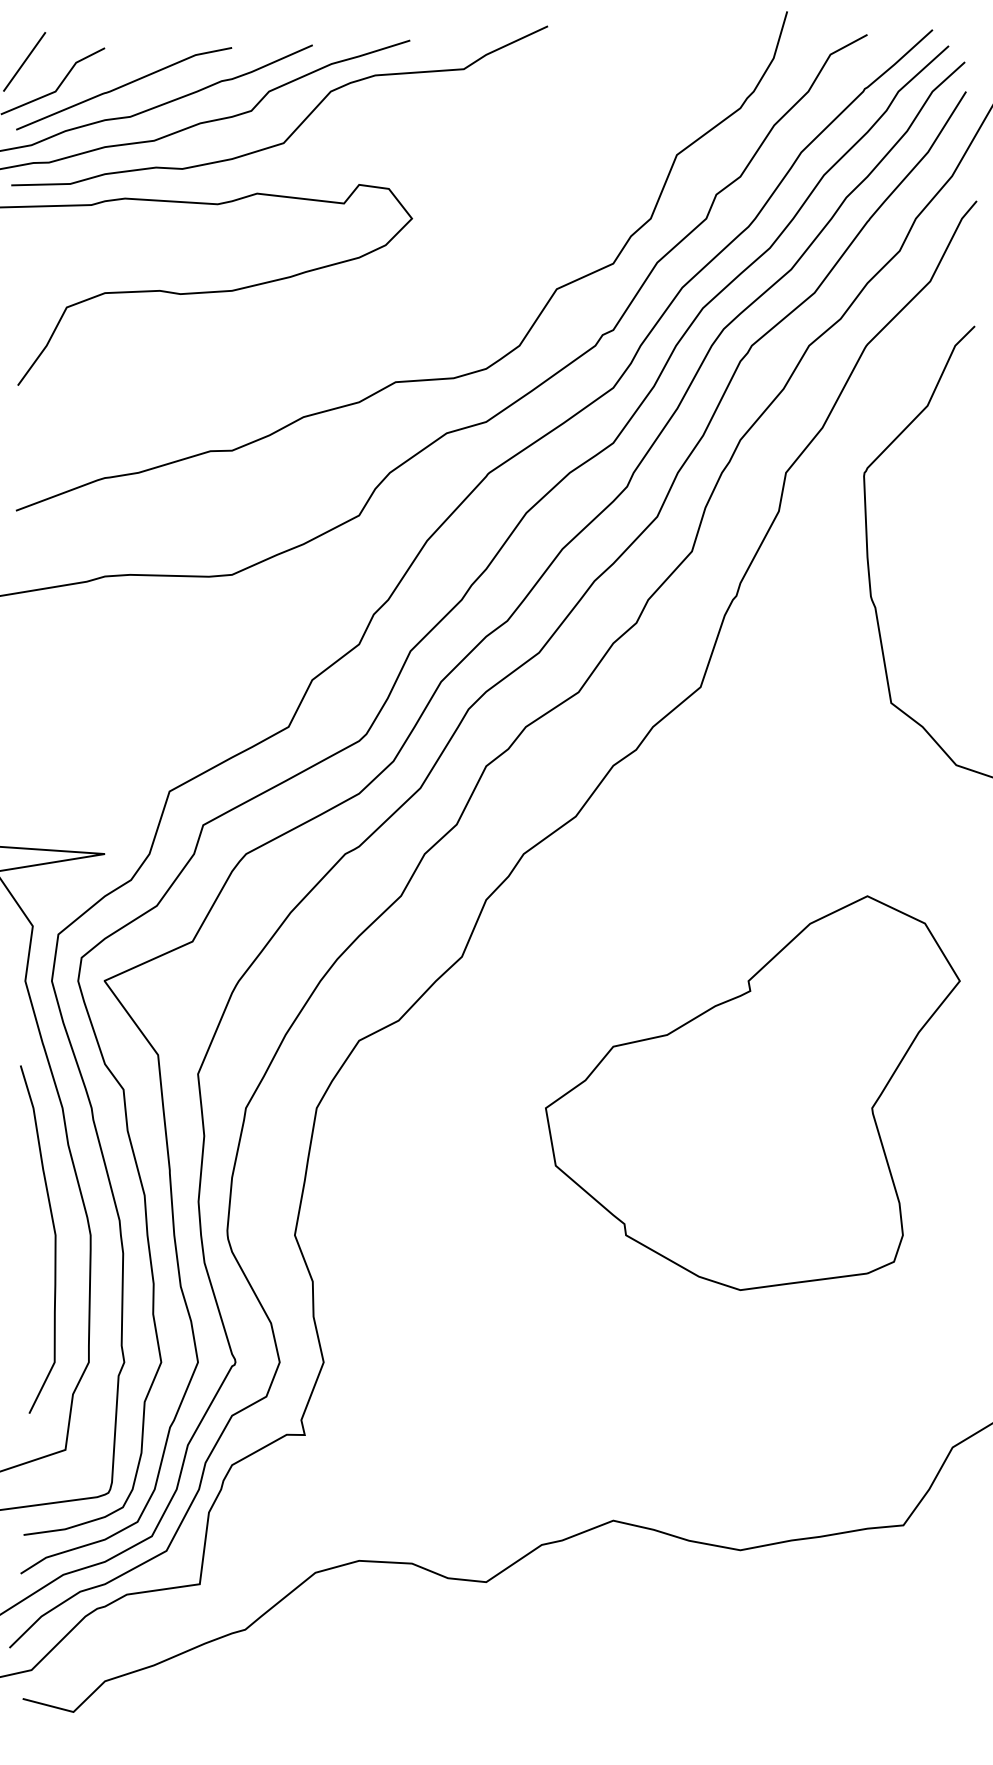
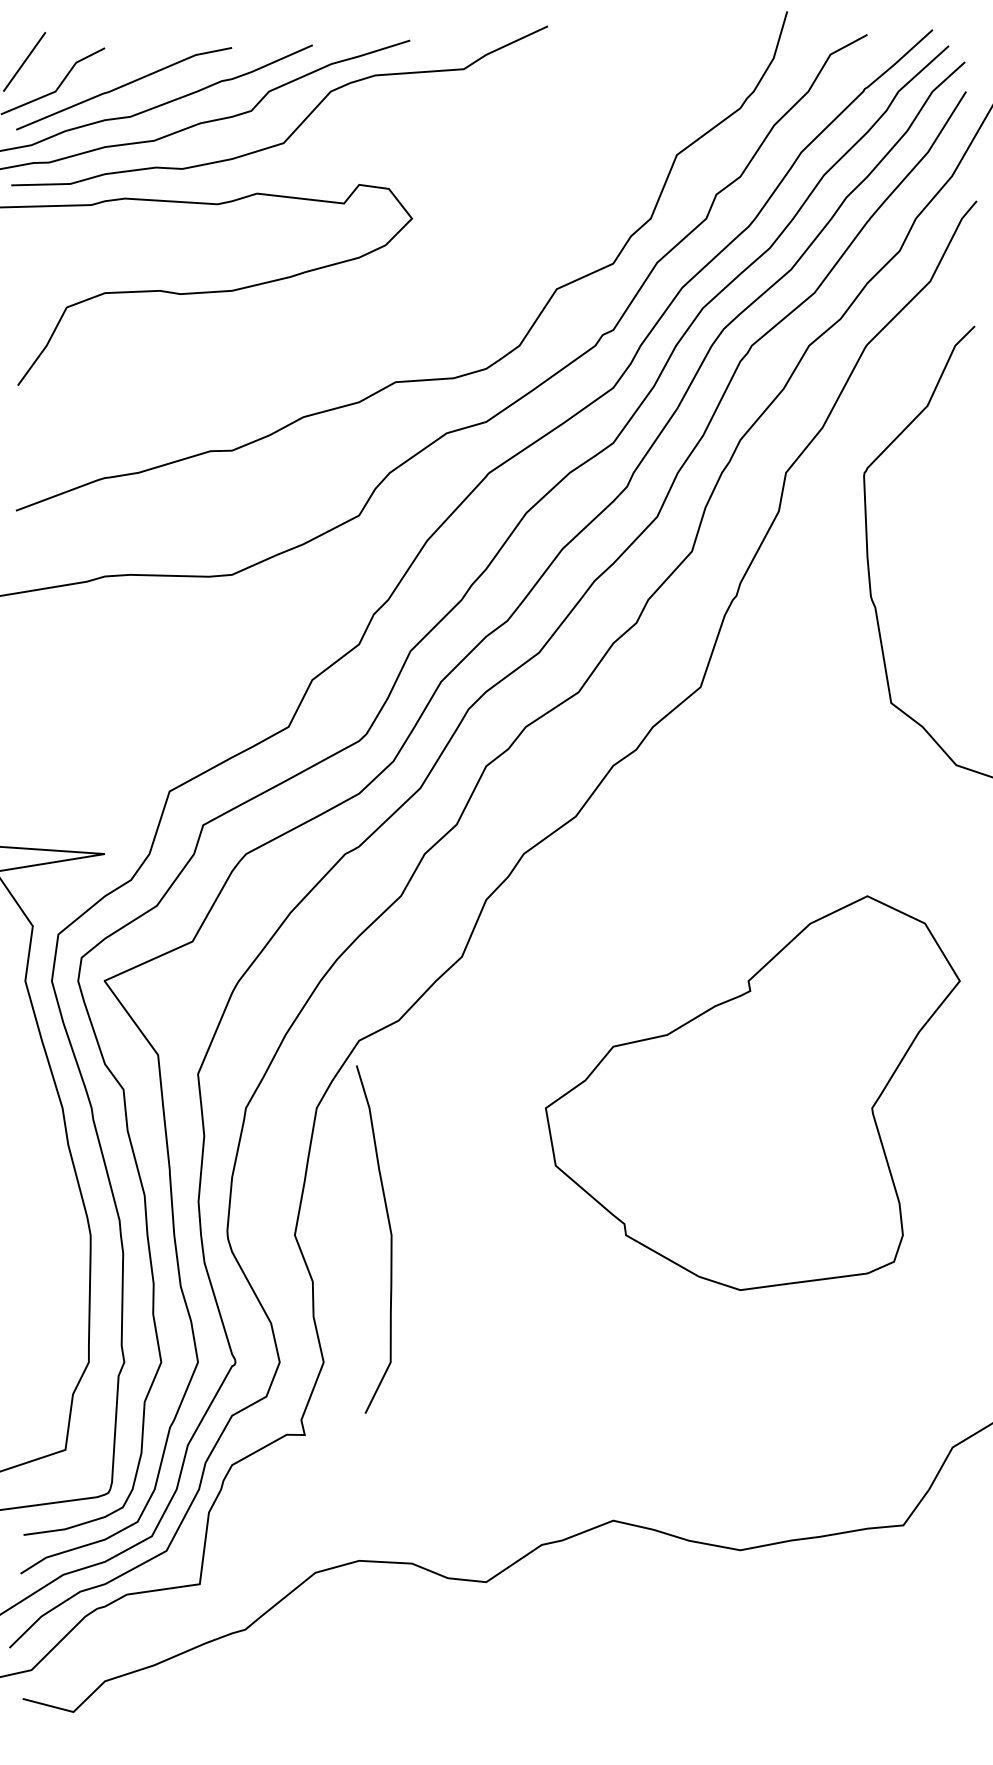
curve at (54, 1239) position: (54, 1239) -> (390, 1239)
